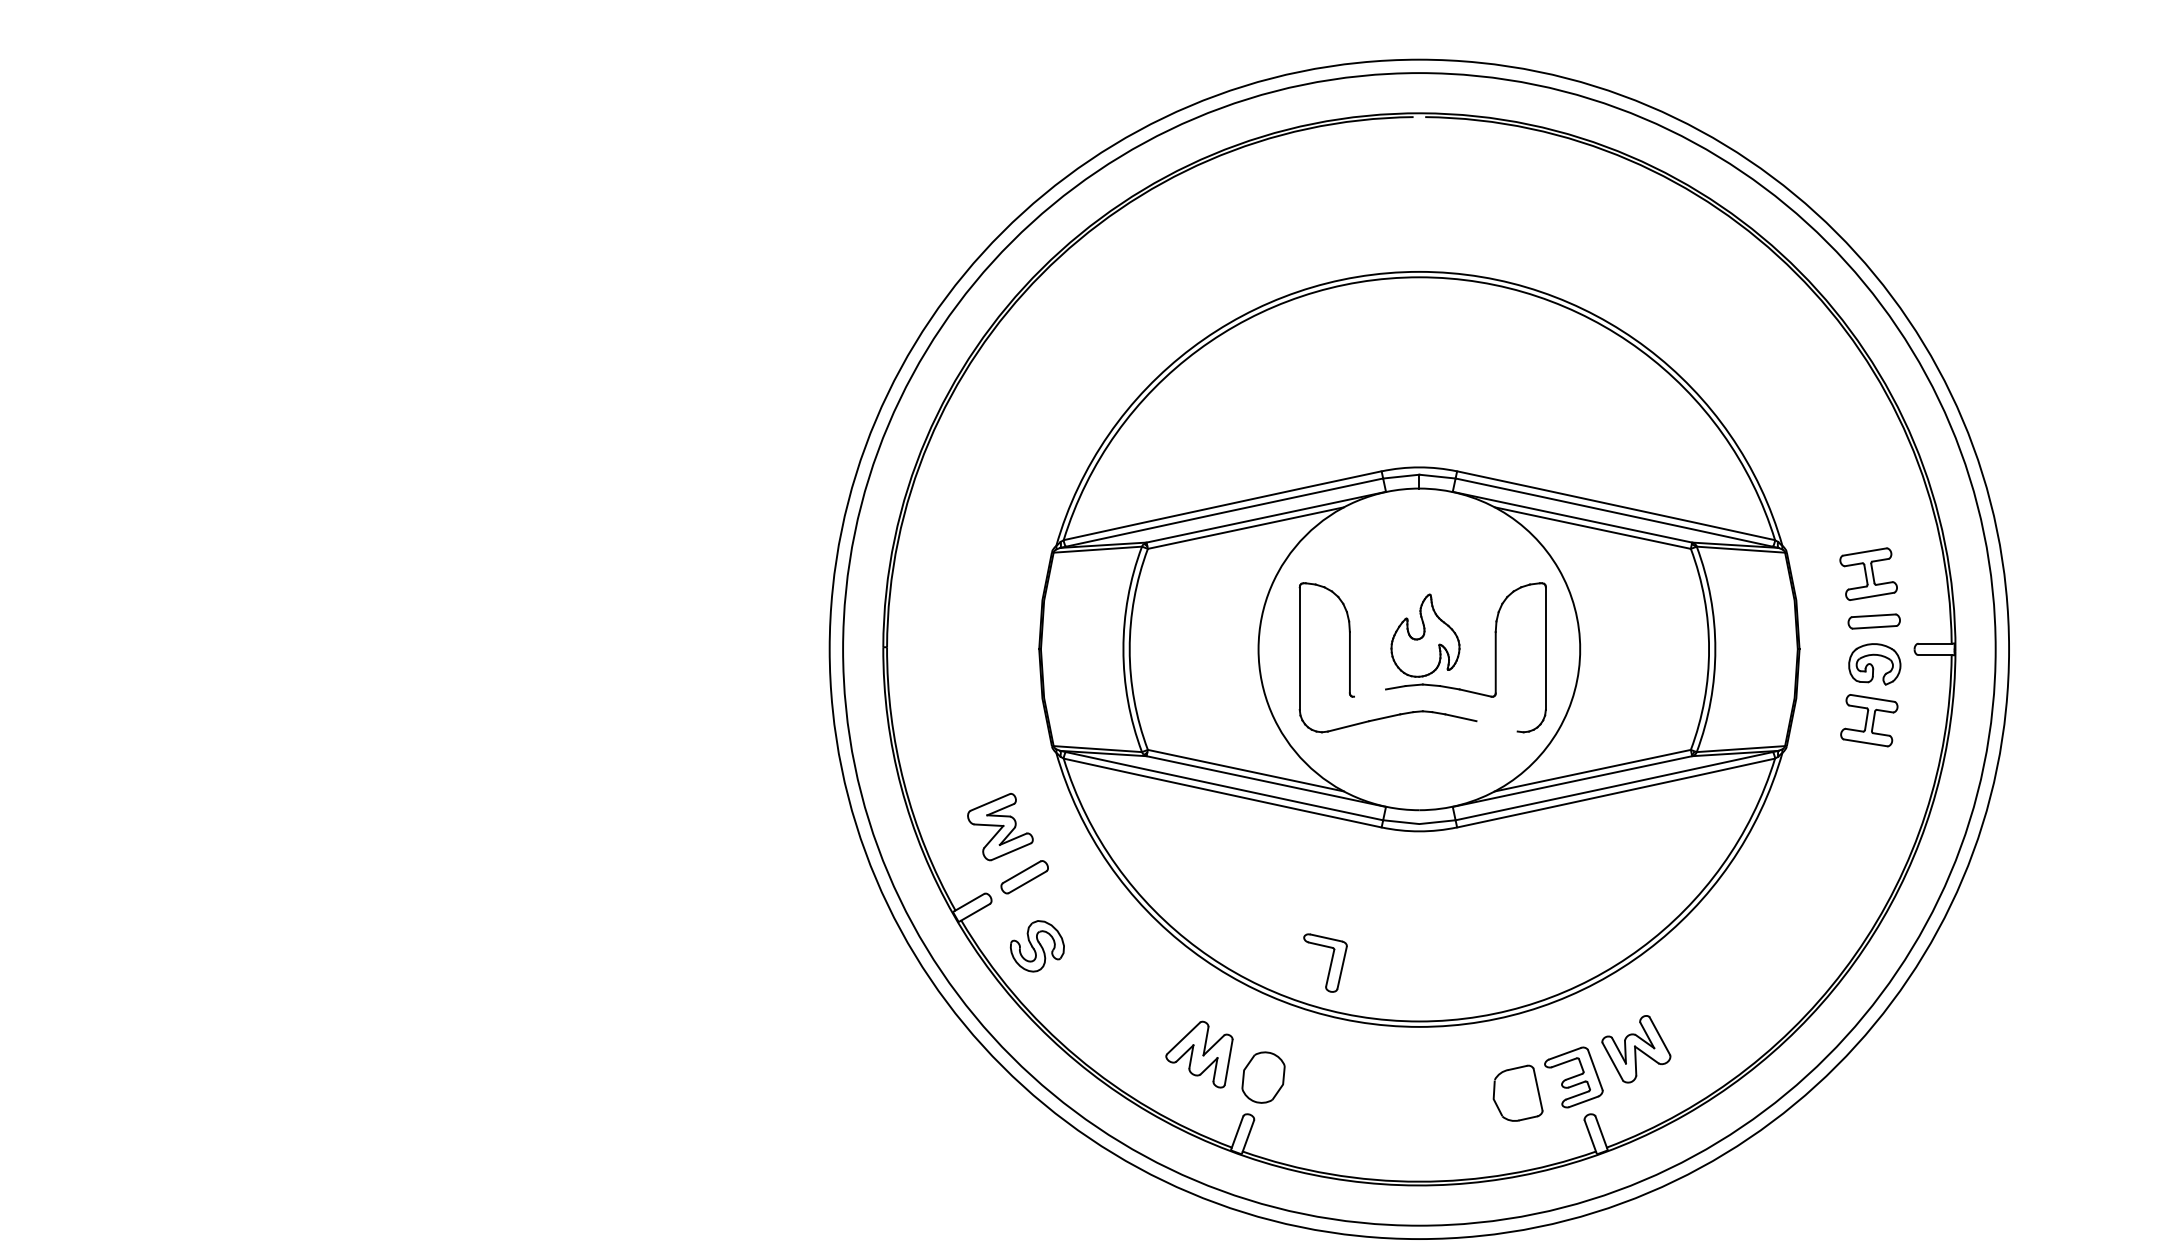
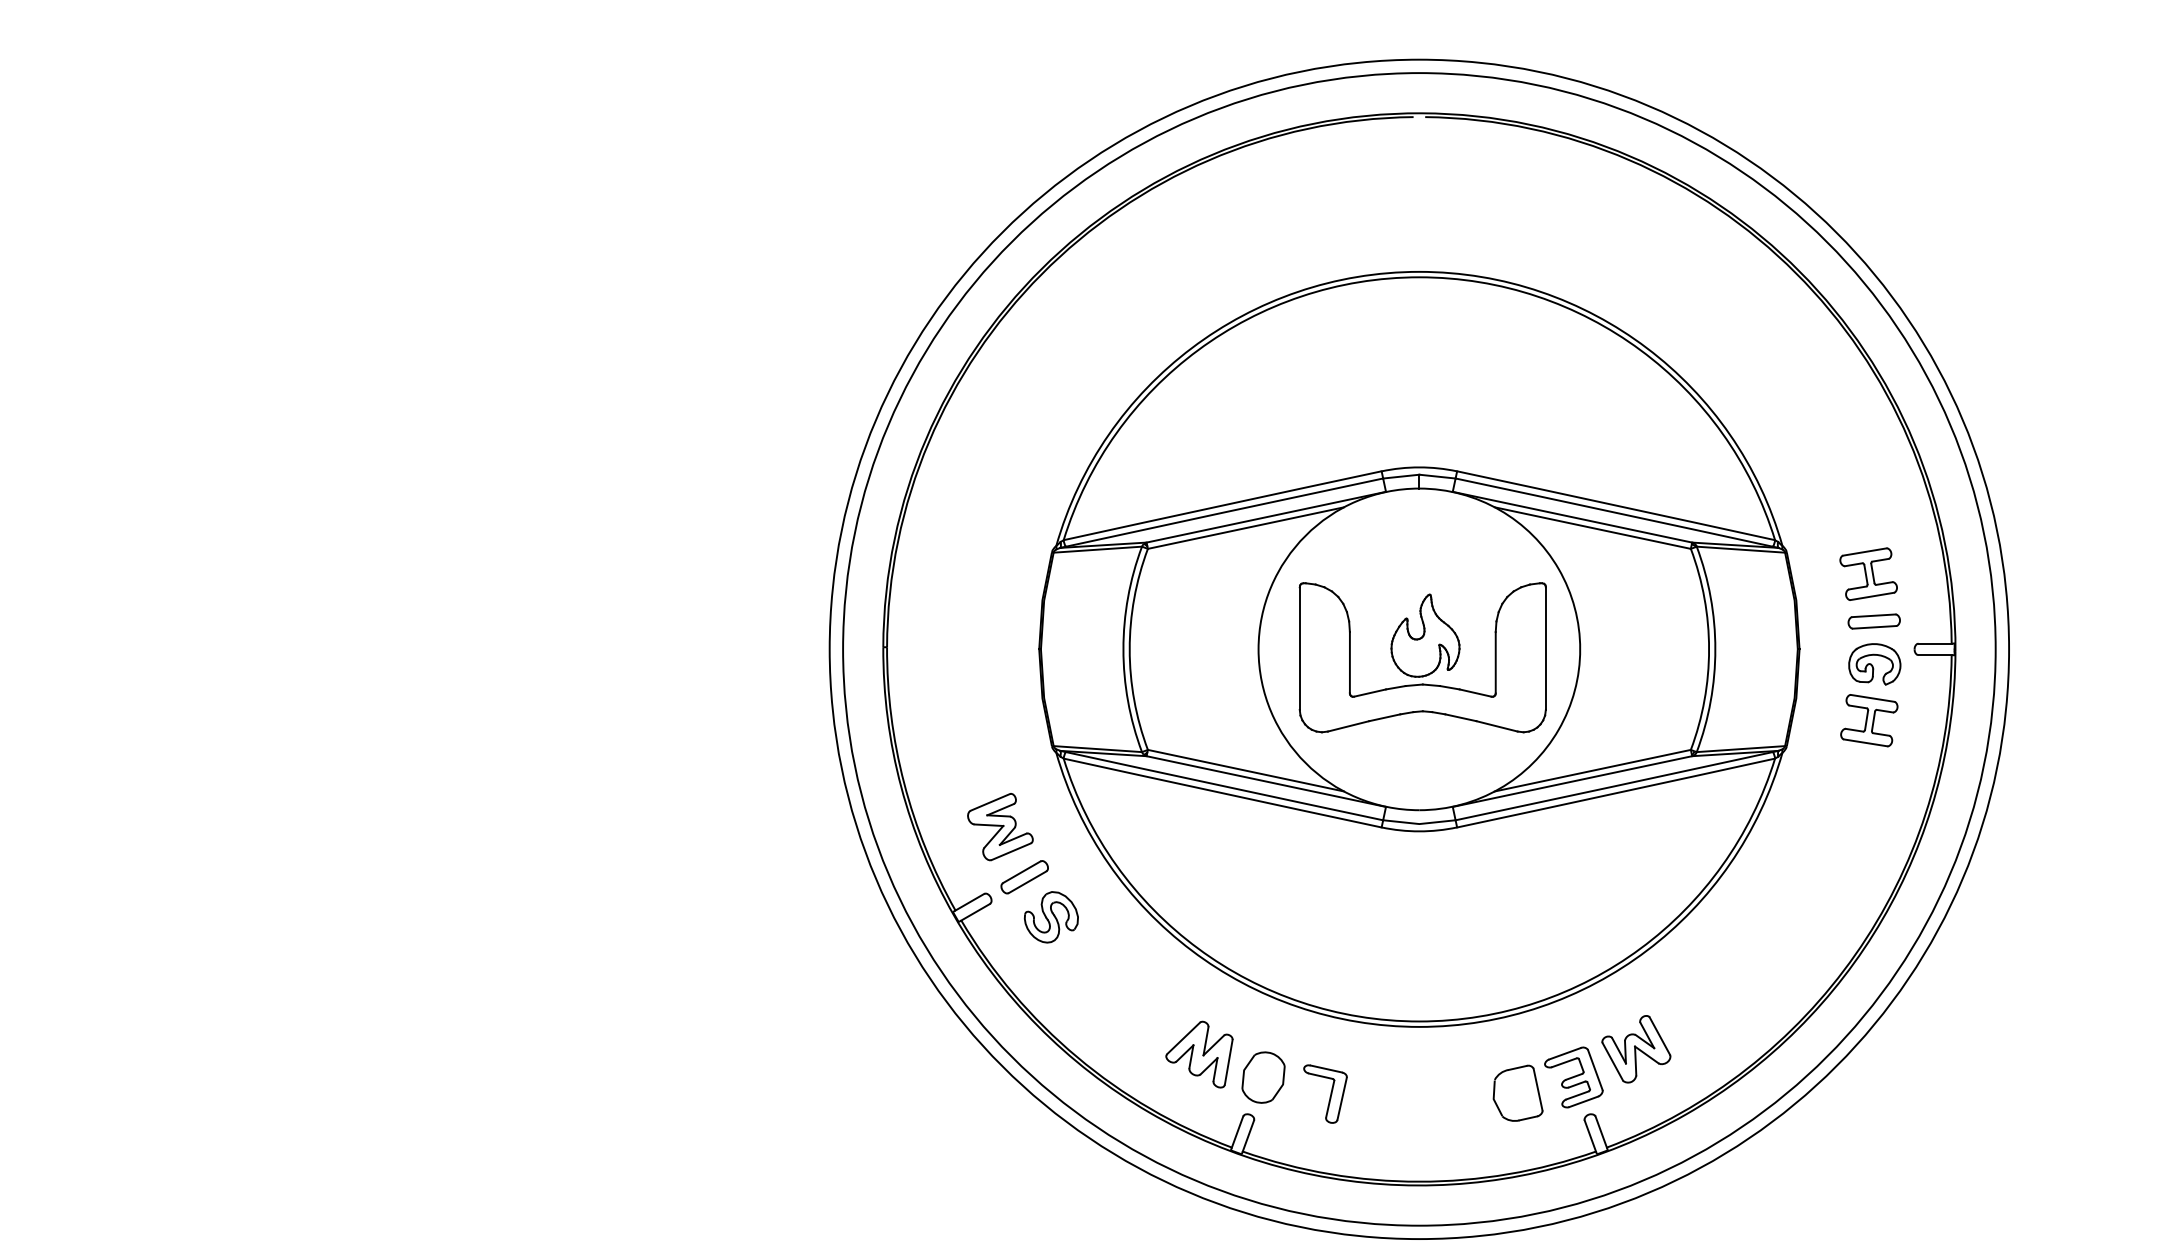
line at (1370, 692): none -> present
line at (1496, 726): none -> present
part at (1036, 946) position: (1036, 946) -> (1050, 917)
part at (1325, 962) position: (1325, 962) -> (1325, 1093)
